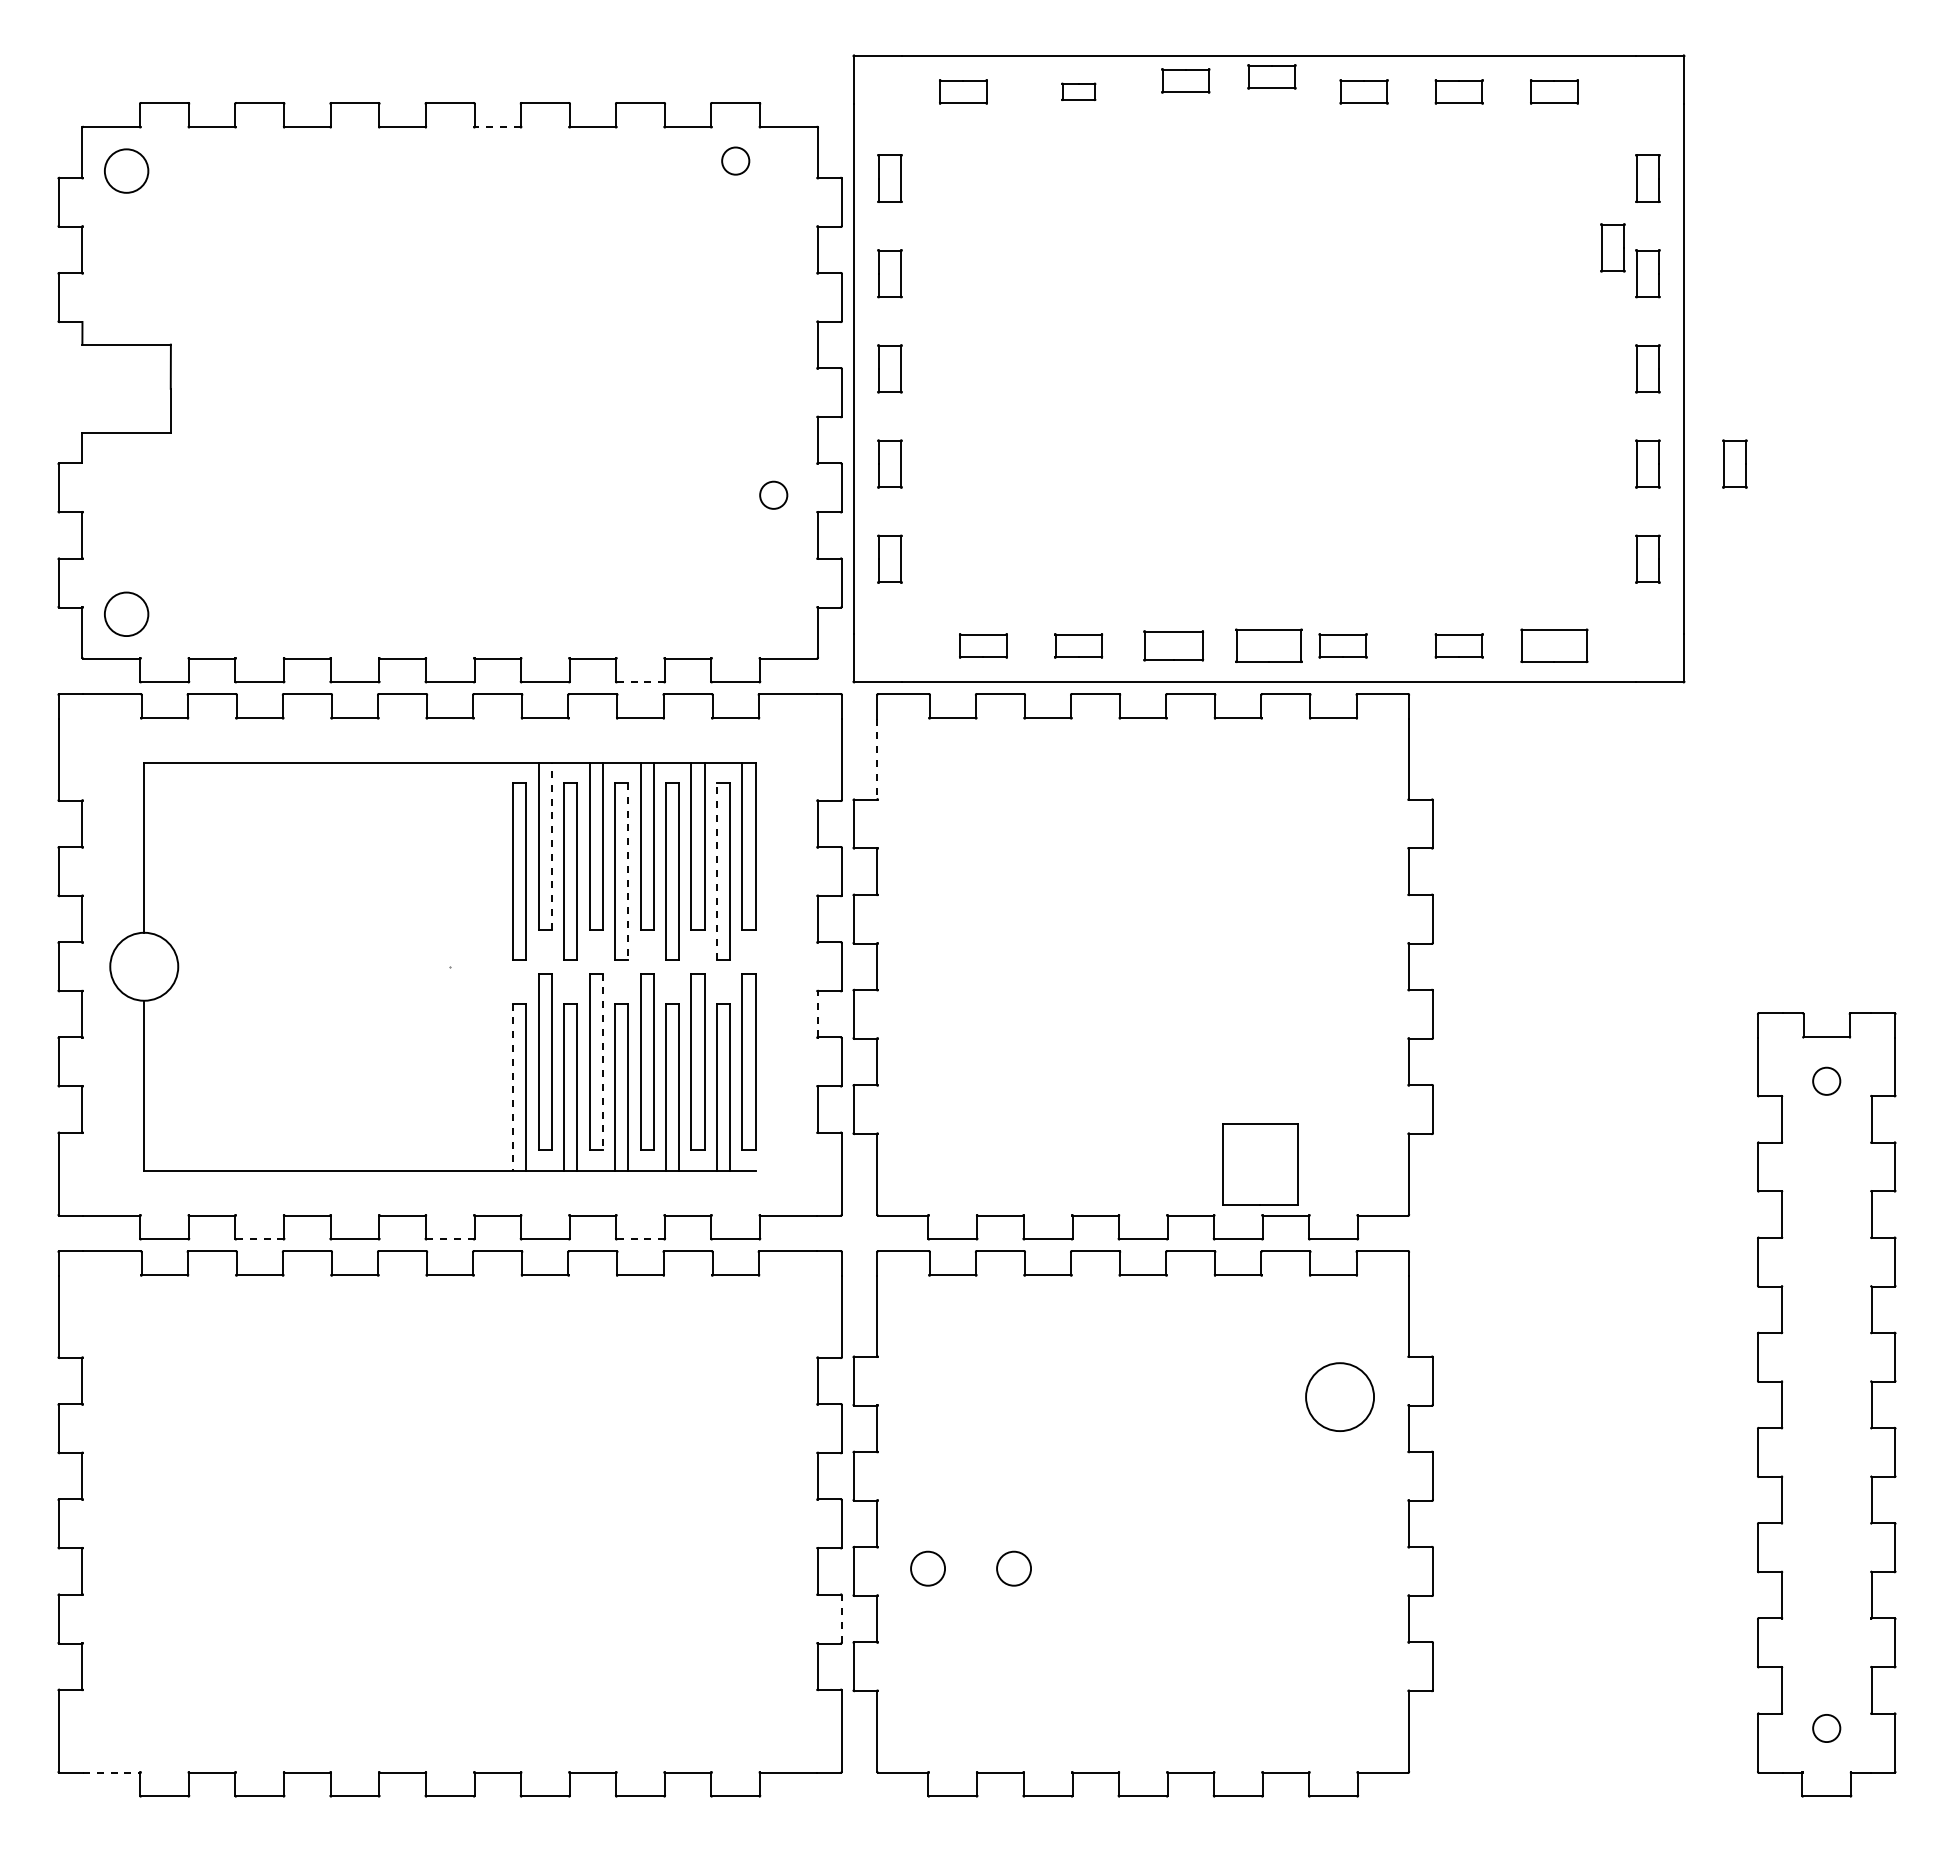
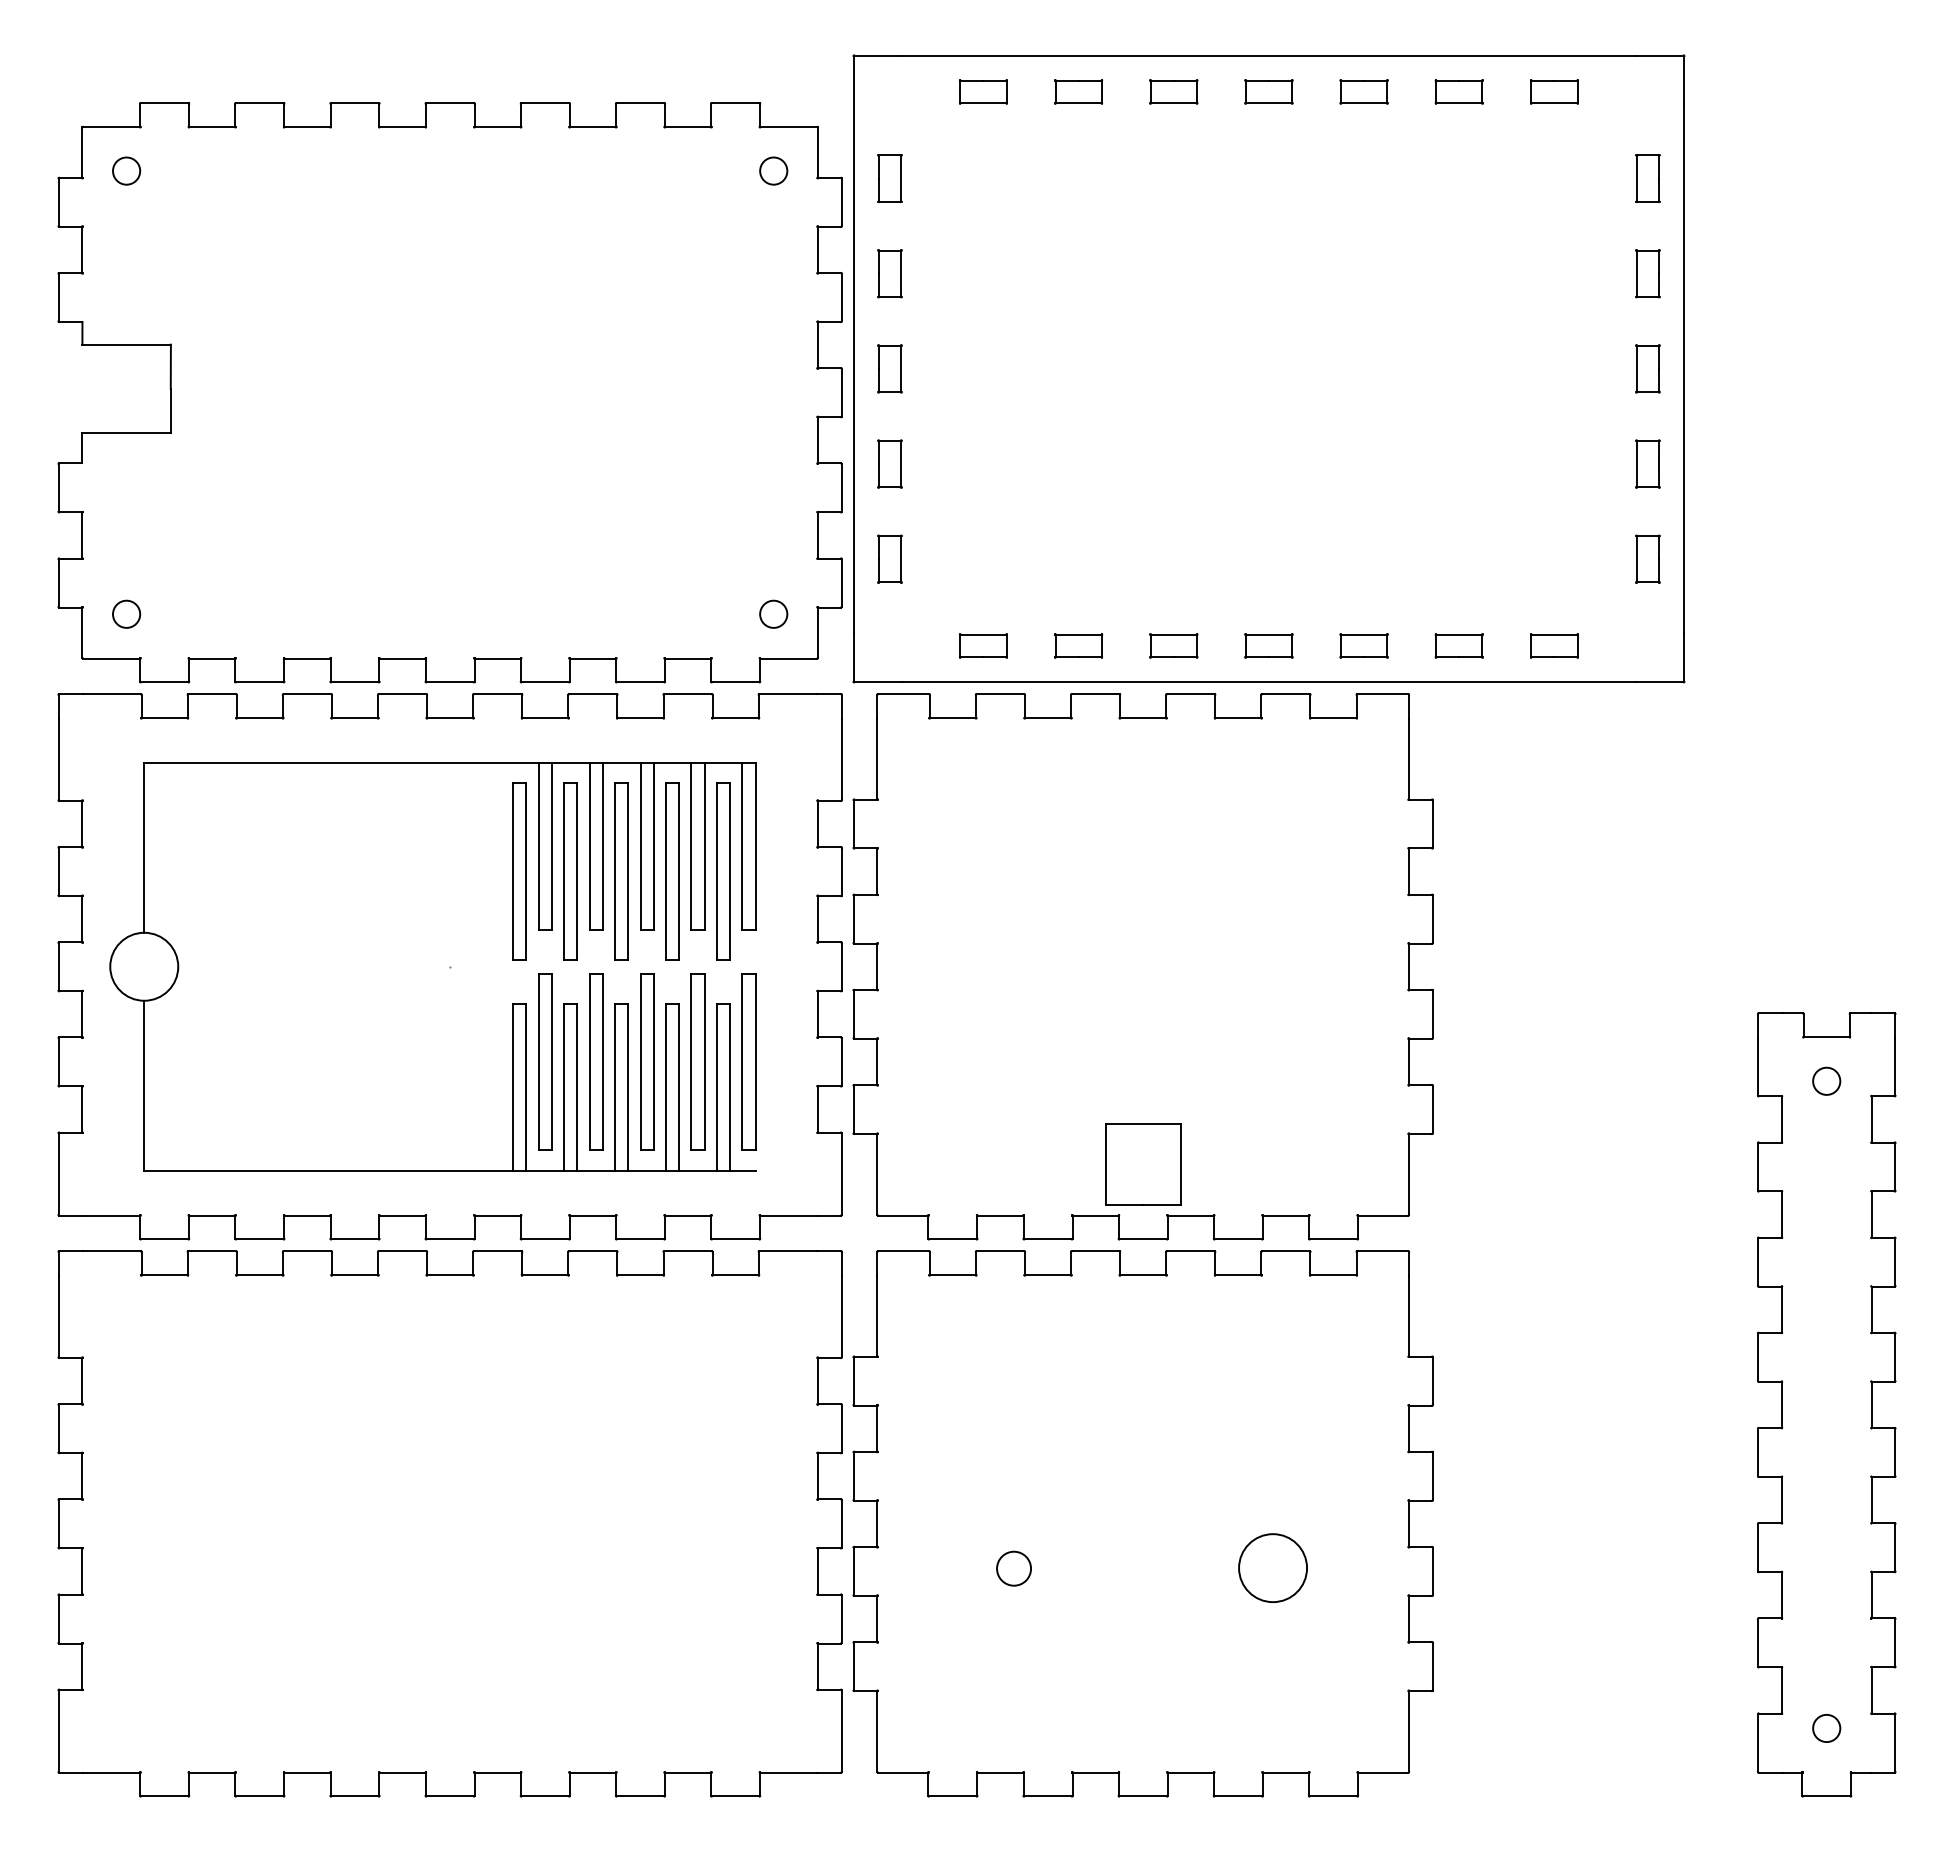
part at (1271, 76) position: (1271, 76) -> (1268, 91)
part at (1185, 80) position: (1185, 80) -> (1173, 91)
part at (963, 91) position: (963, 91) -> (983, 91)
part at (1078, 91) size: 36x19 px -> 50x26 px
line at (497, 126): dashed -> solid
circle at (735, 160) position: (735, 160) -> (773, 170)
circle at (126, 170) diameter: 44 px -> 27 px
part at (1612, 247): present -> none
part at (1734, 463): present -> none
circle at (773, 494) position: (773, 494) -> (773, 613)
circle at (126, 614) diameter: 44 px -> 27 px
part at (1173, 645) size: 62x32 px -> 50x26 px
part at (1268, 645) size: 68x35 px -> 50x26 px
part at (1342, 645) position: (1342, 645) -> (1363, 645)
part at (1554, 645) size: 69x35 px -> 49x26 px
line at (640, 682): dashed -> solid
line at (877, 759): dashed -> solid
line at (552, 845): dashed -> solid
line at (716, 870): dashed -> solid
line at (628, 871): dashed -> solid
line at (817, 1013): dashed -> solid
line at (603, 1062): dashed -> solid
line at (512, 1087): dashed -> solid
part at (1260, 1164) position: (1260, 1164) -> (1143, 1164)
line at (259, 1239): dashed -> solid
line at (450, 1239): dashed -> solid
line at (640, 1239): dashed -> solid
circle at (1339, 1396) position: (1339, 1396) -> (1272, 1567)
circle at (927, 1568): present -> none
line at (841, 1619): dashed -> solid
line at (111, 1772): dashed -> solid
